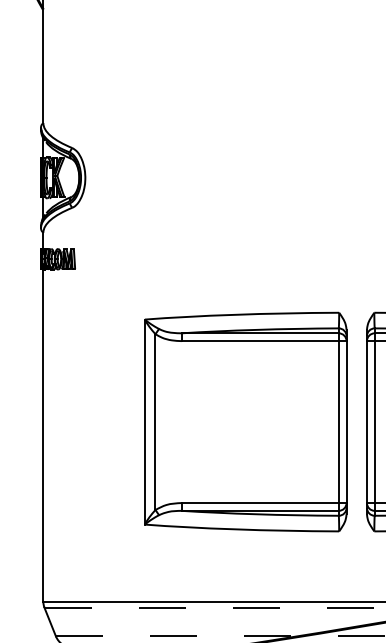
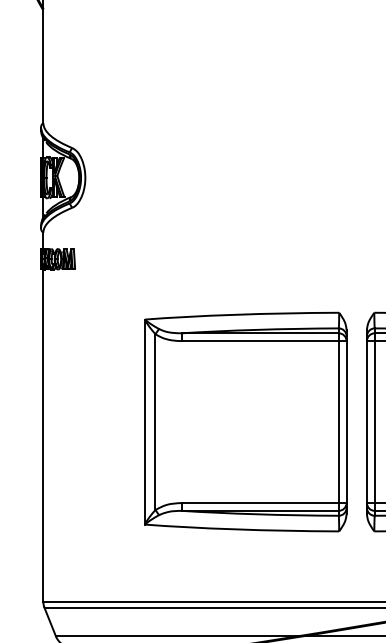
line at (215, 607): dashed -> solid
line at (220, 636): dashed -> solid
